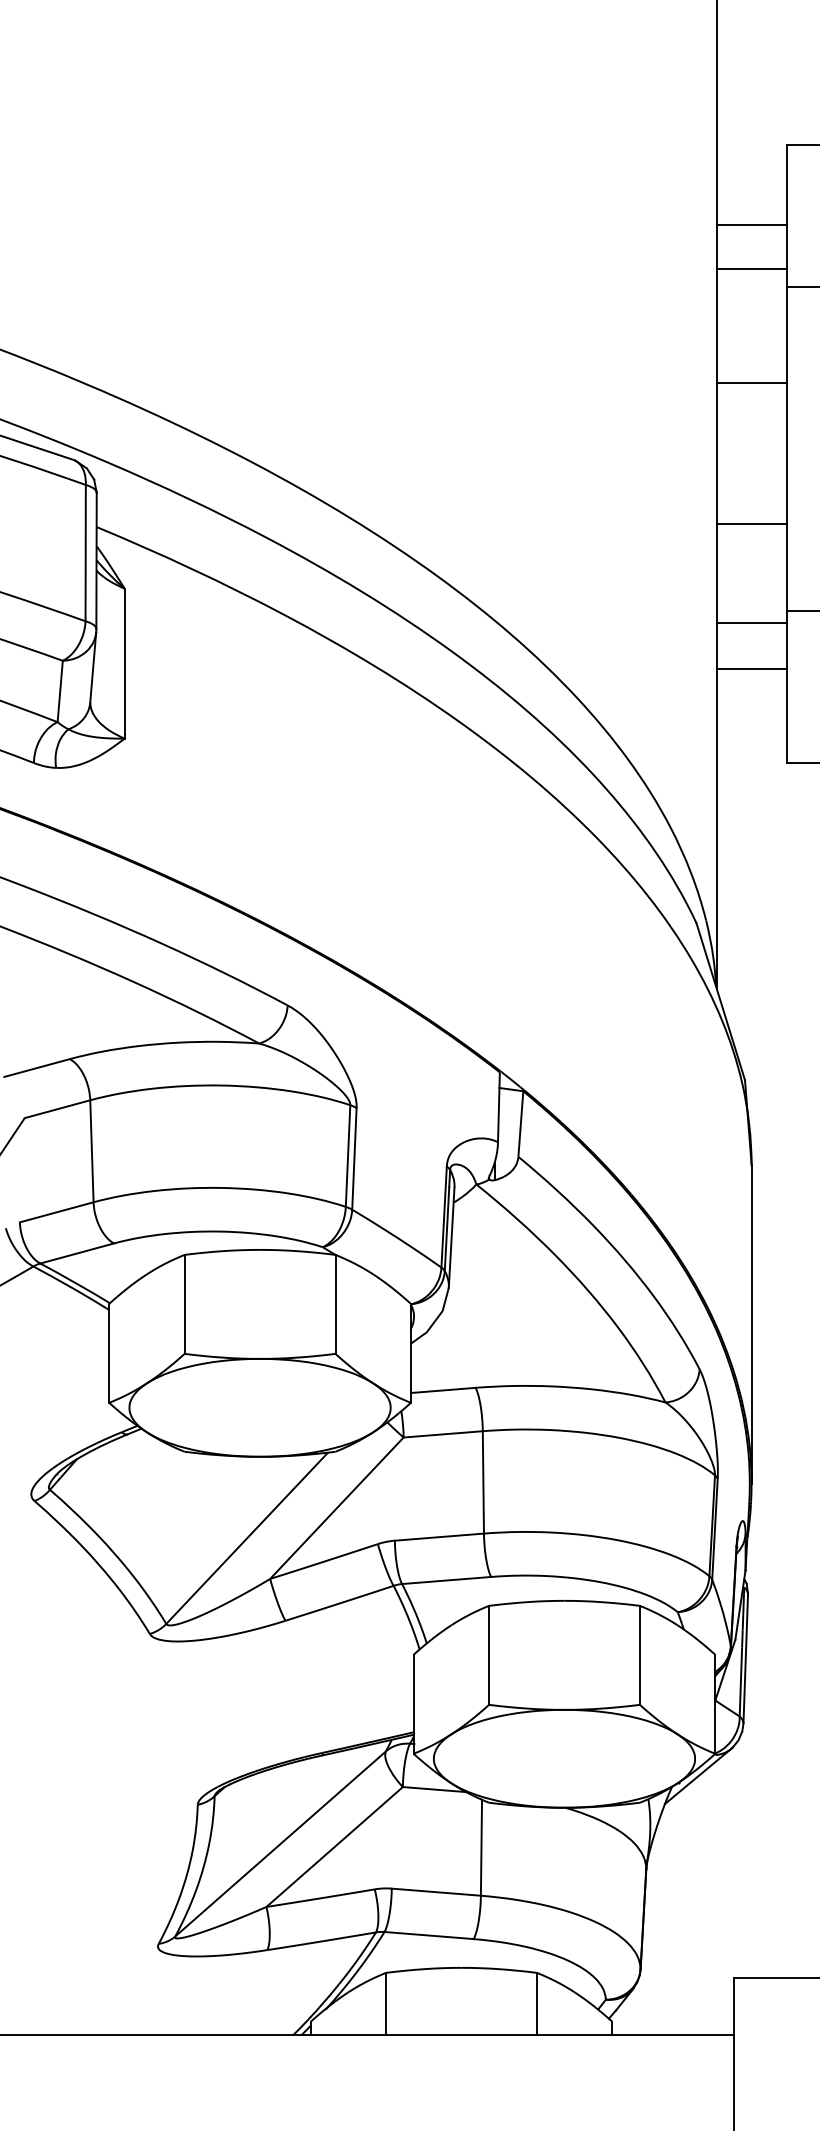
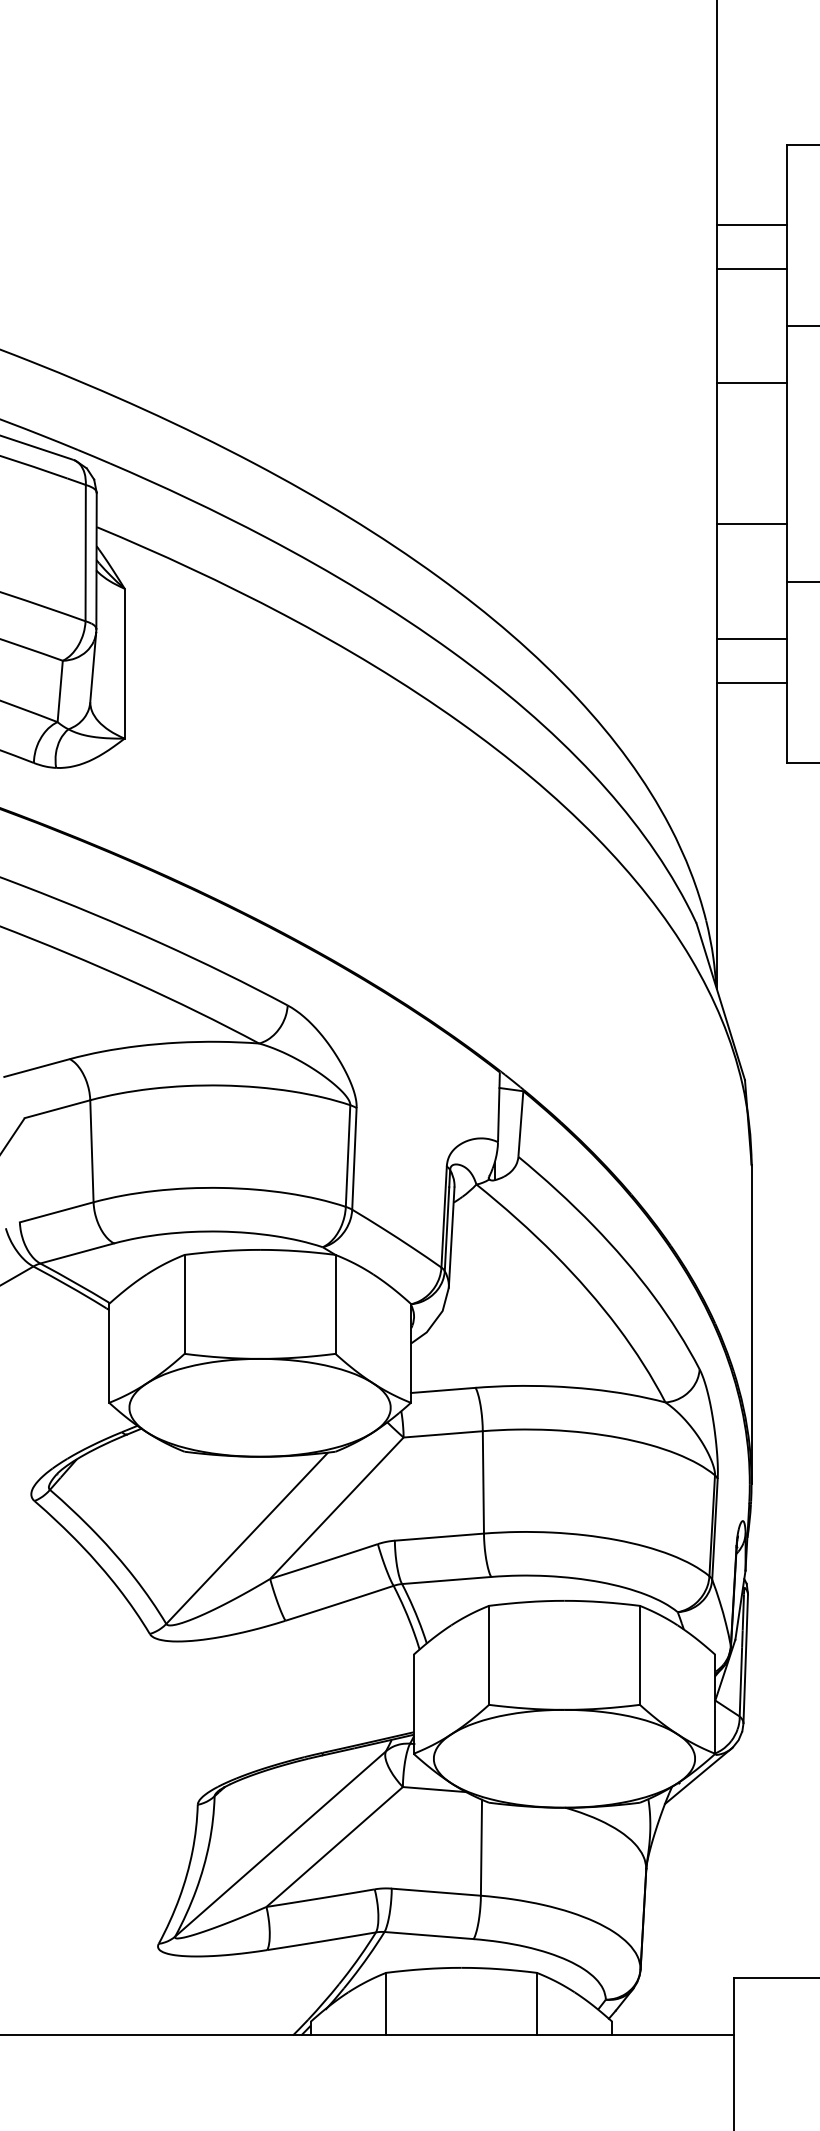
line at (801, 286) position: (801, 286) -> (801, 325)
line at (801, 610) position: (801, 610) -> (801, 581)
line at (751, 622) position: (751, 622) -> (751, 638)
line at (751, 668) position: (751, 668) -> (751, 682)
